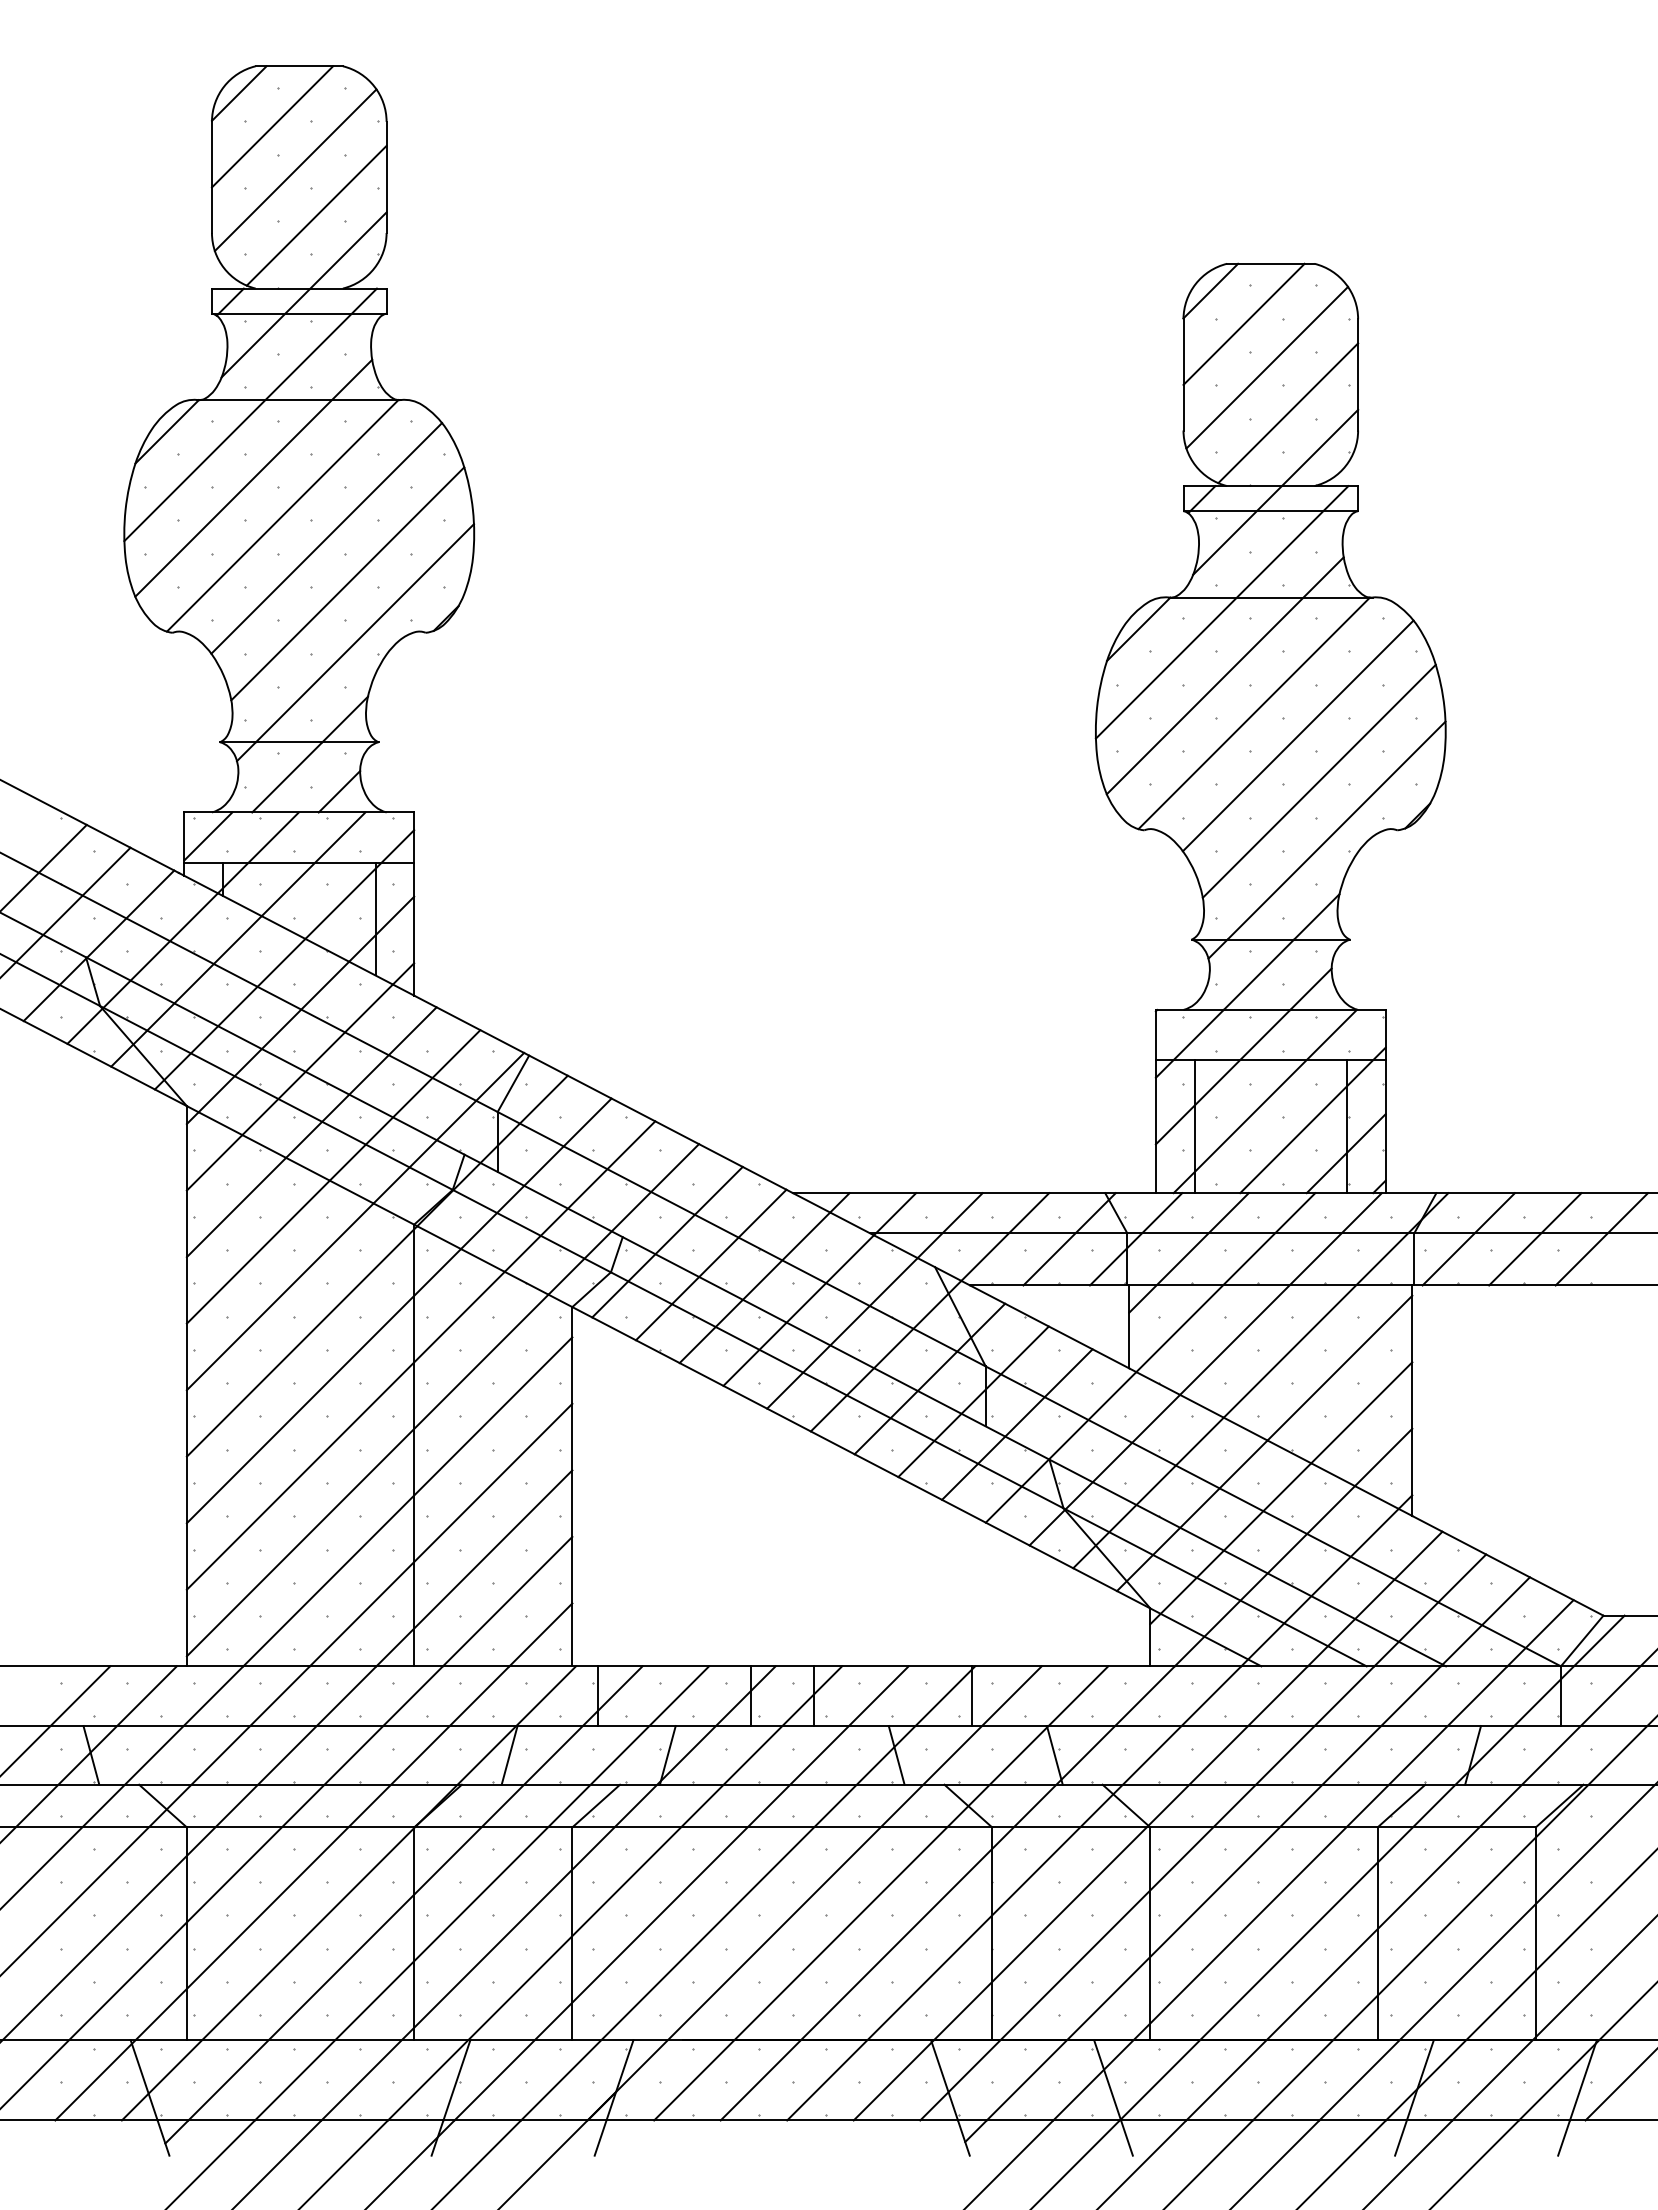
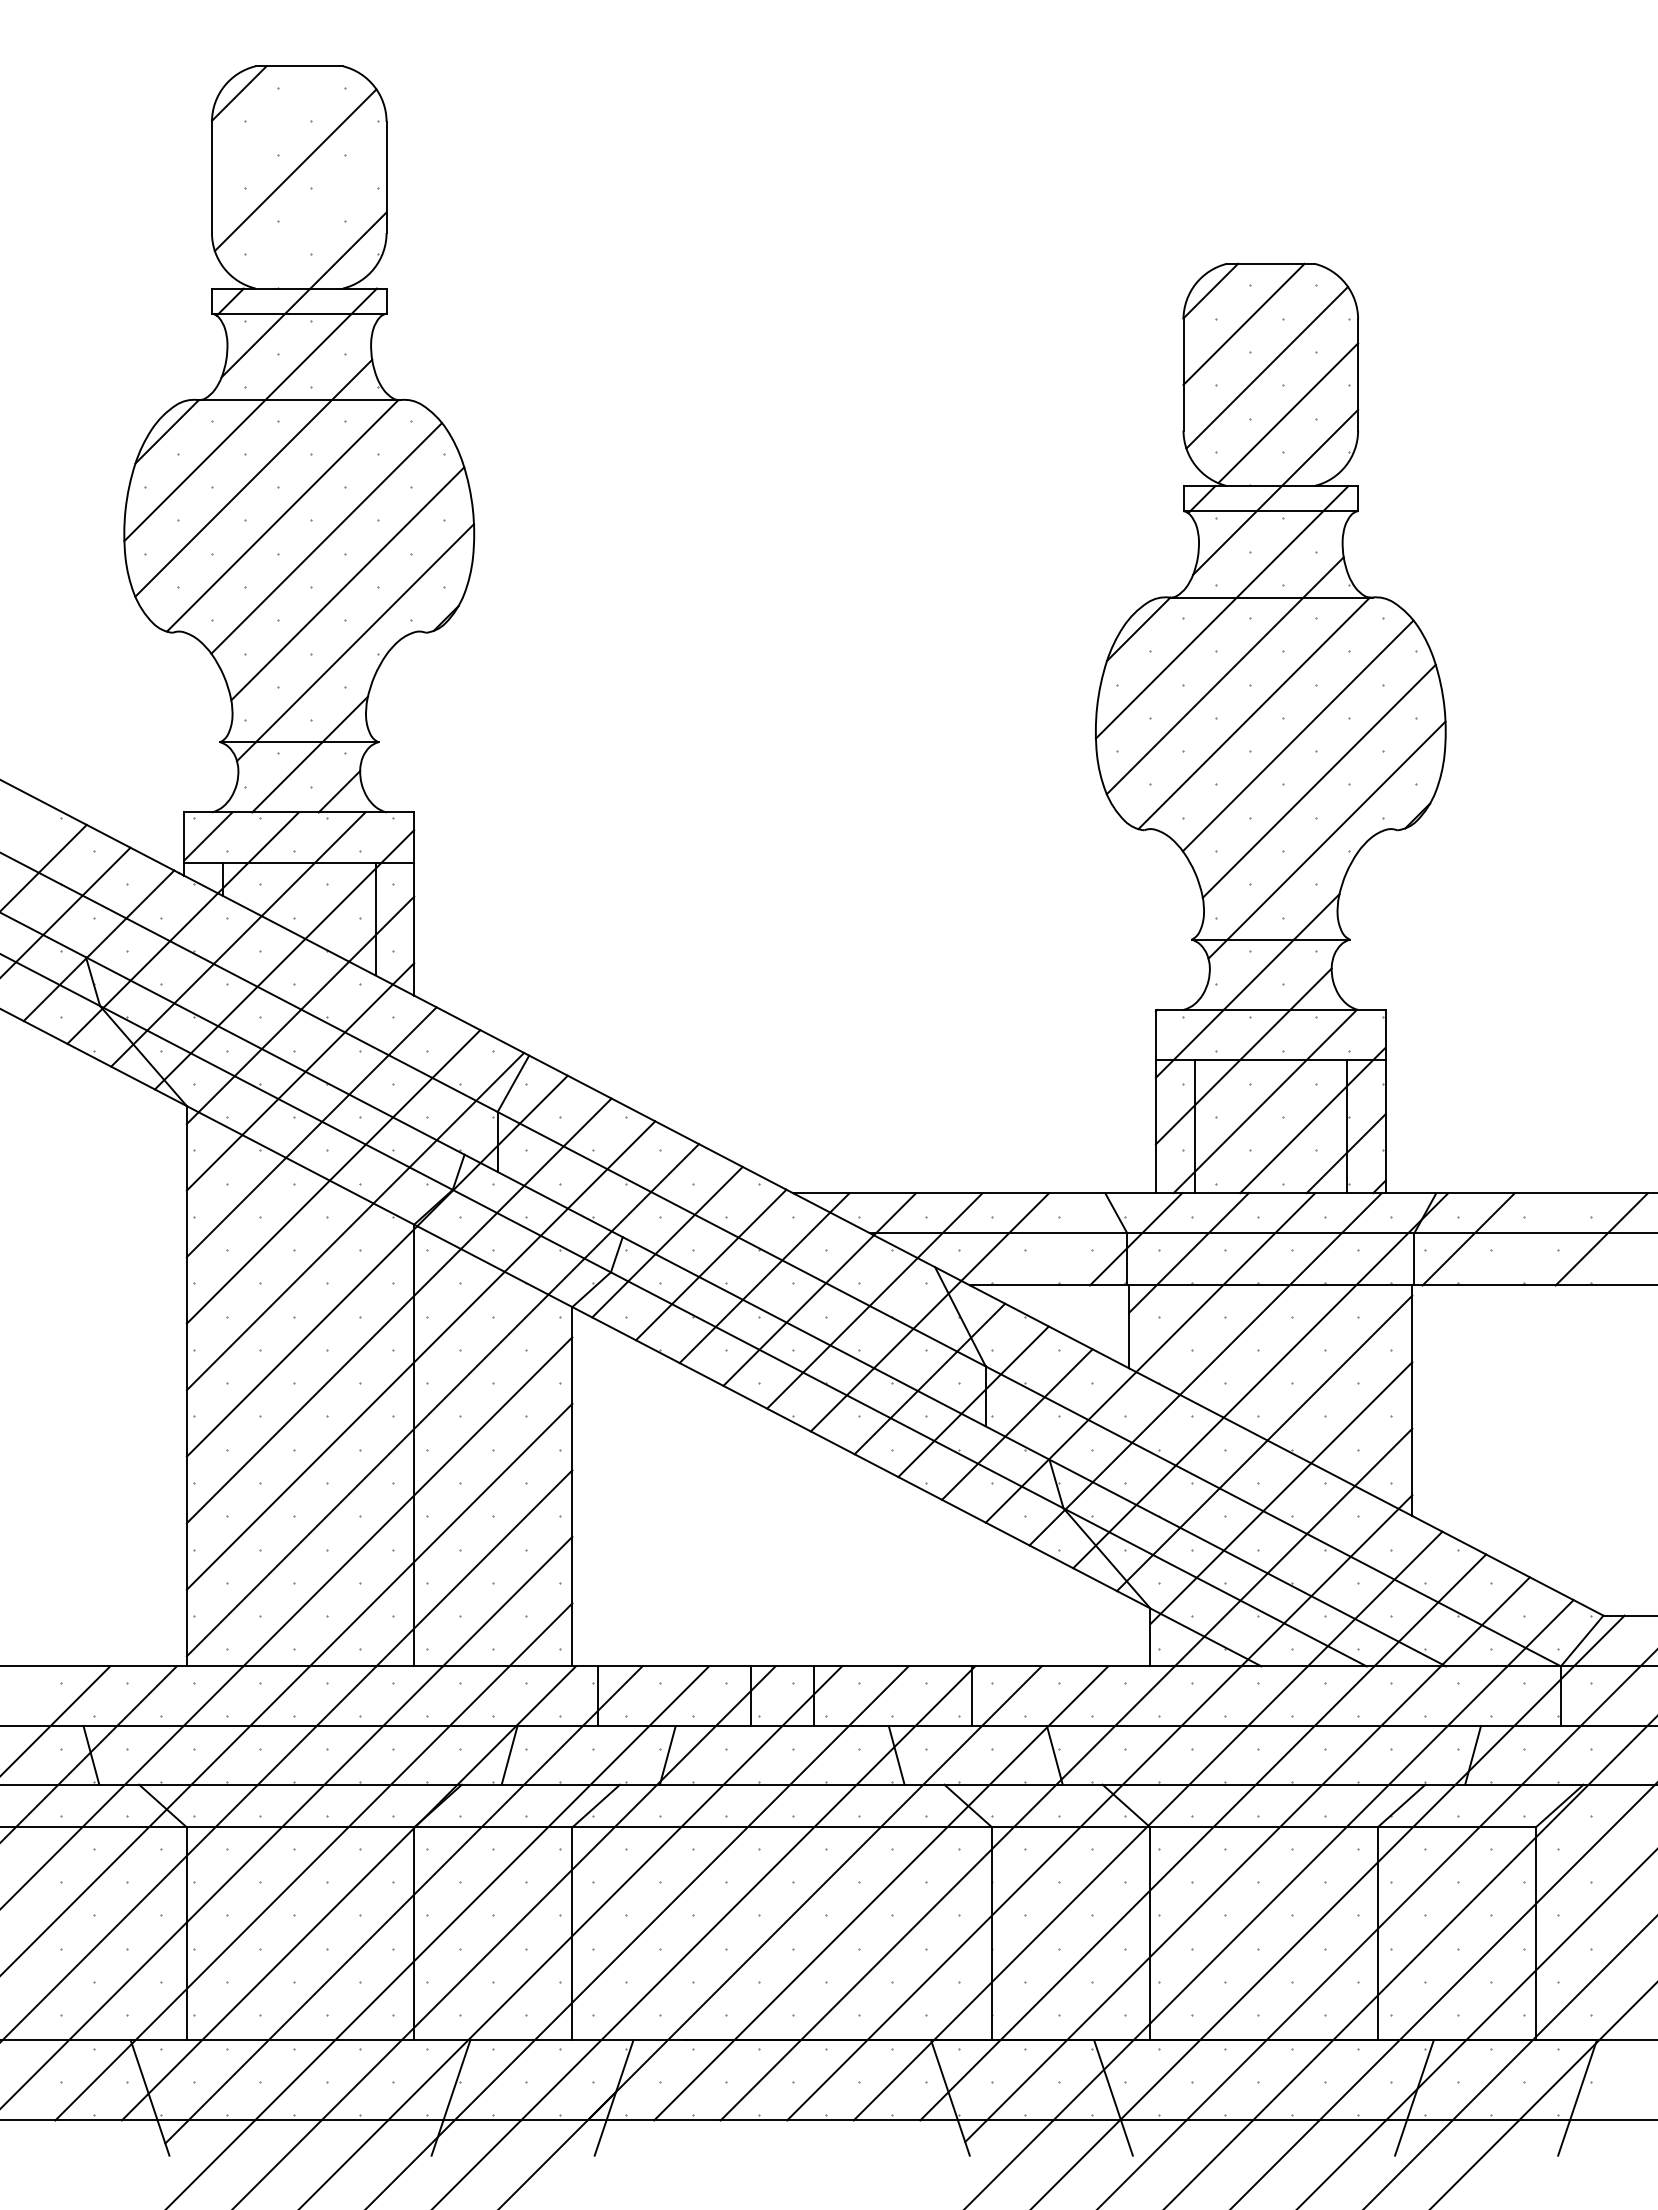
line at (272, 126): present -> none
line at (316, 215): present -> none
line at (1069, 1239): present -> none
line at (1535, 1239): present -> none
line at (1619, 2085): present -> none
